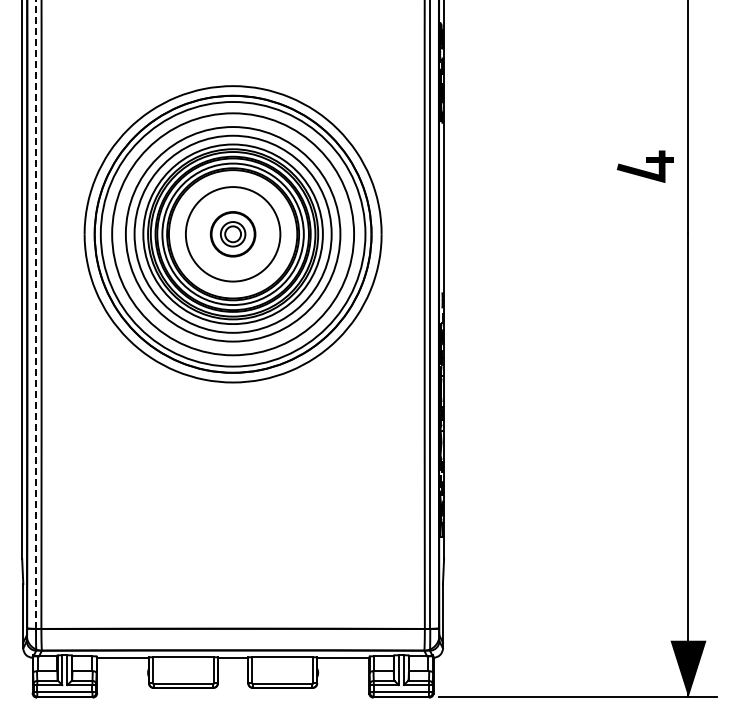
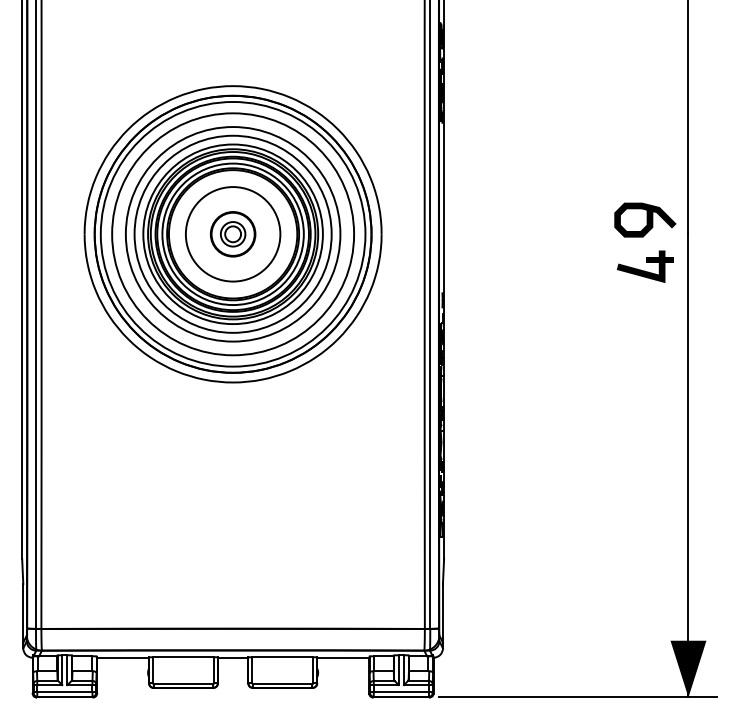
part at (644, 166) position: (644, 166) -> (644, 266)
curve at (646, 219): none -> present
line at (35, 314): dashed -> solid
